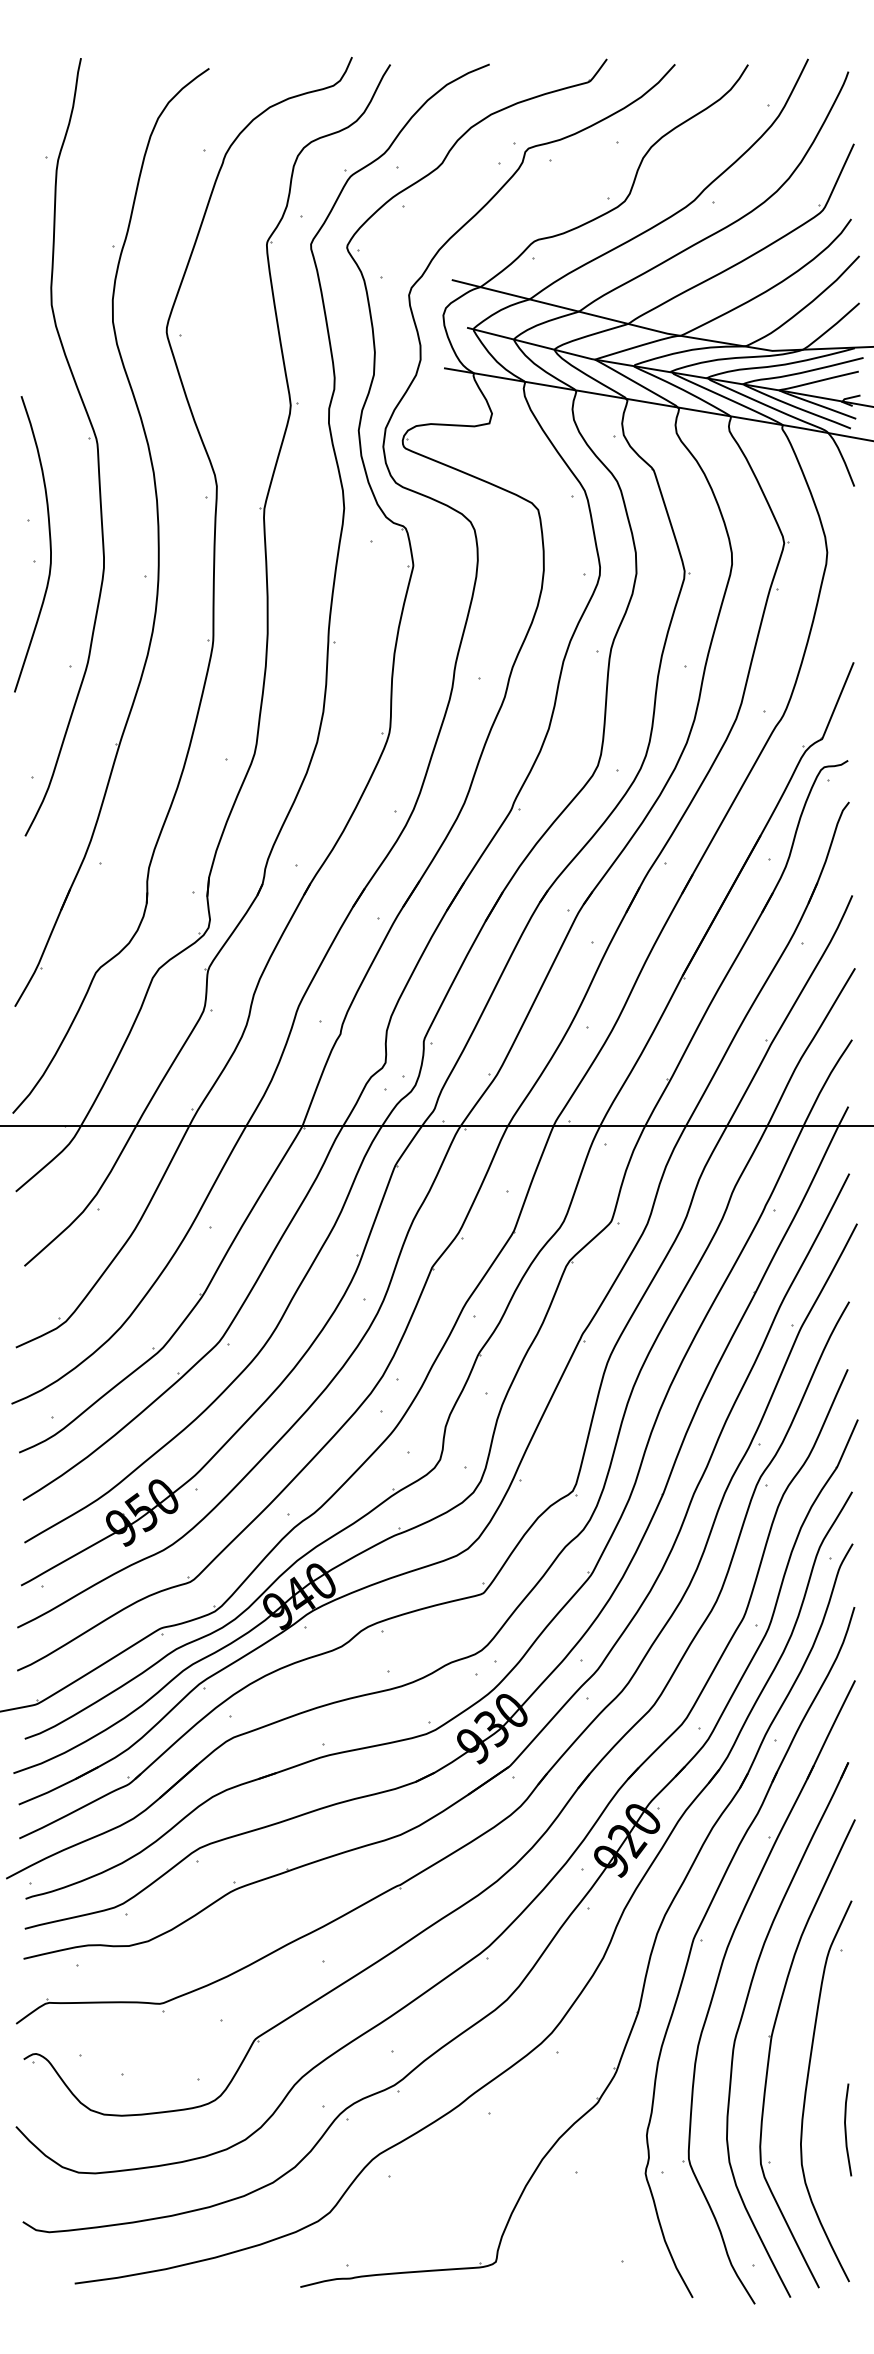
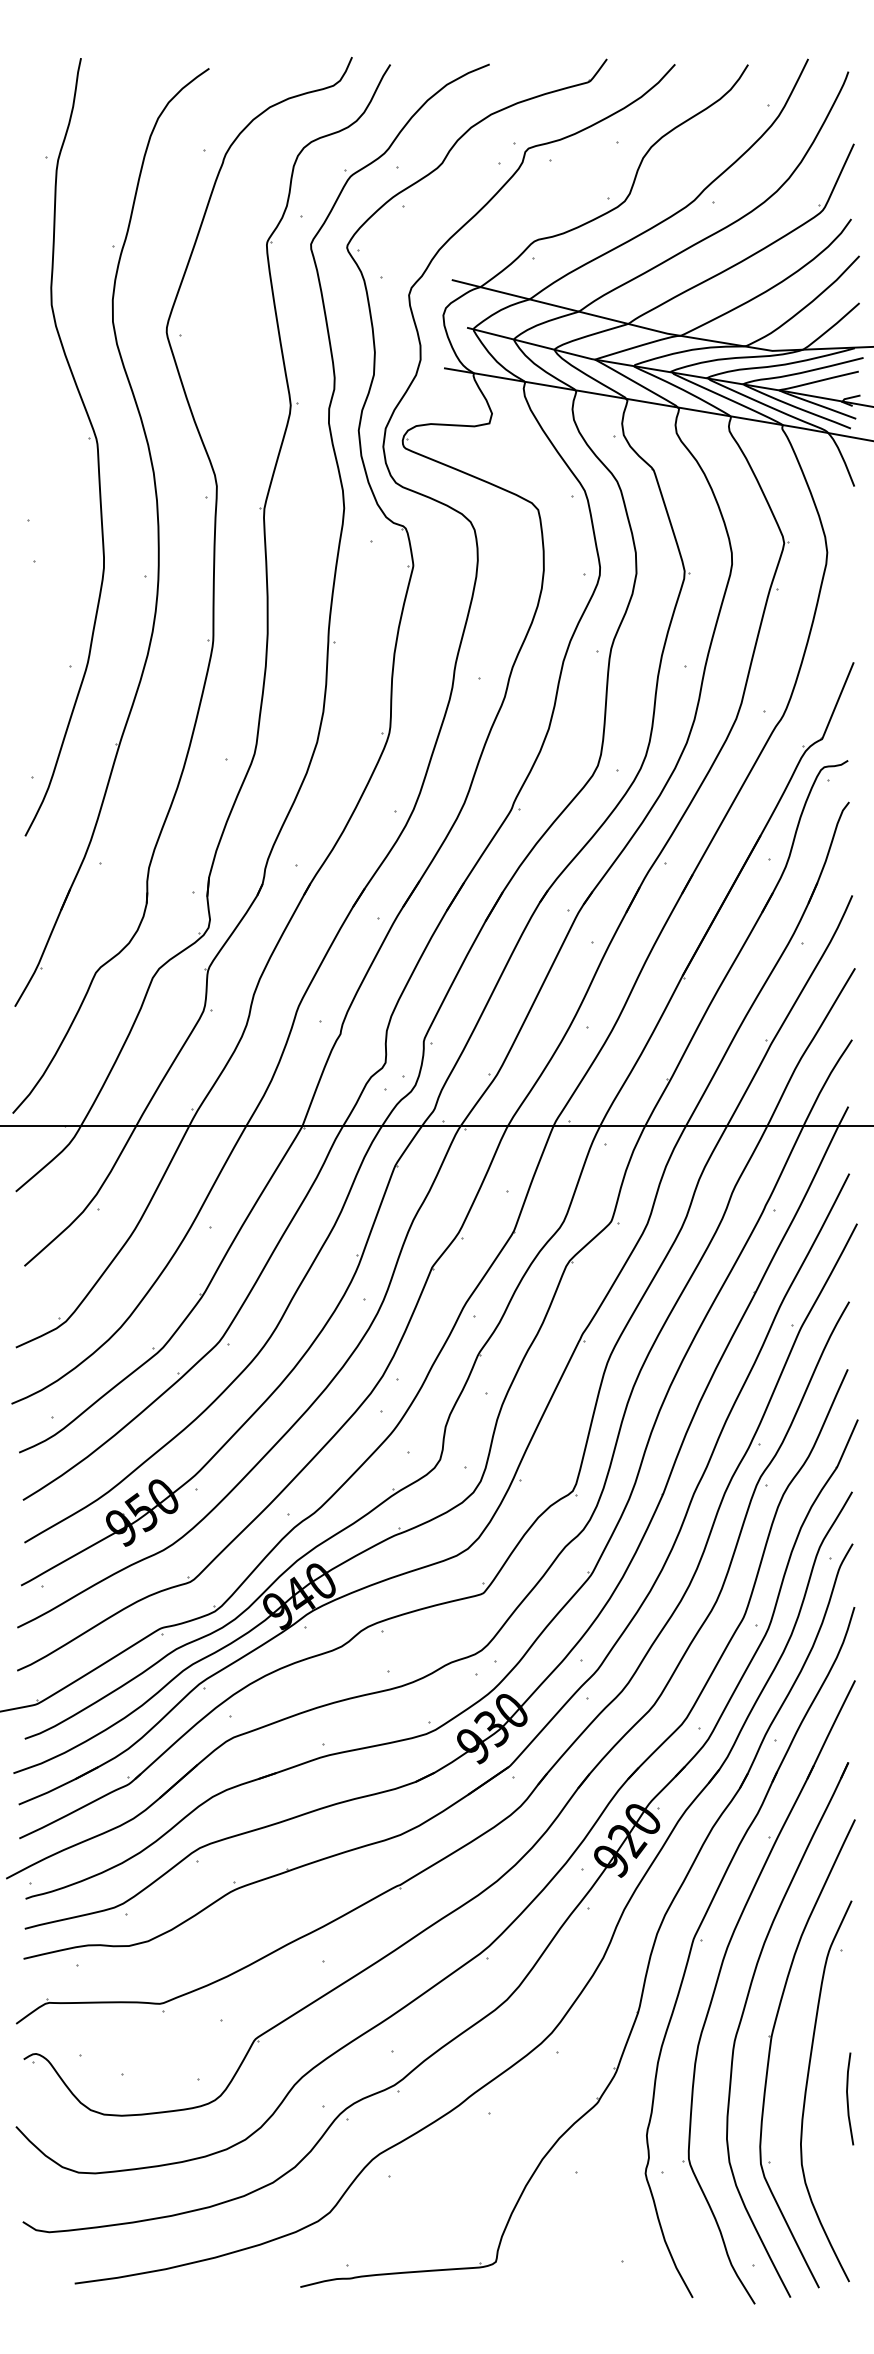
curve at (49, 544): present -> none
line at (846, 2129) position: (846, 2129) -> (848, 2098)
